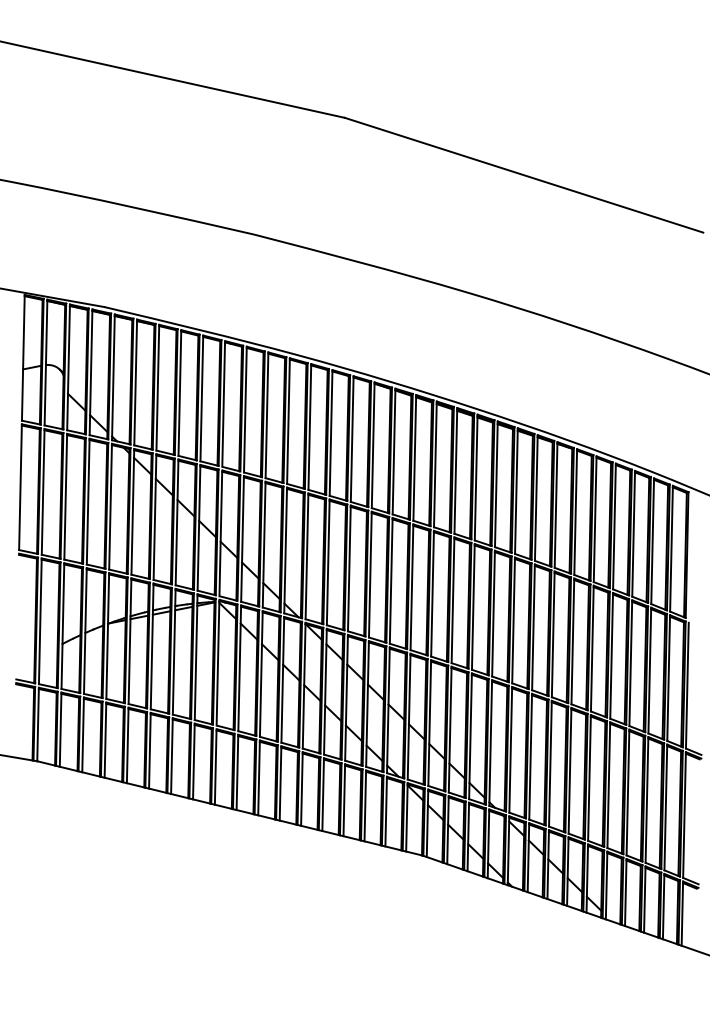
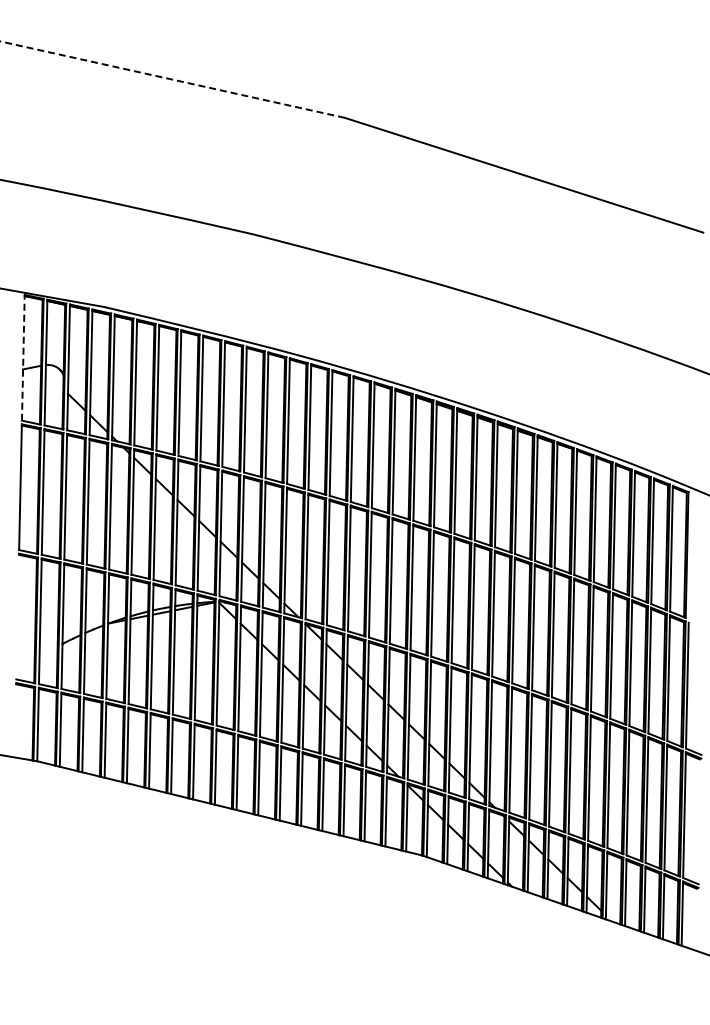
line at (172, 79): solid -> dashed
line at (23, 357): solid -> dashed
